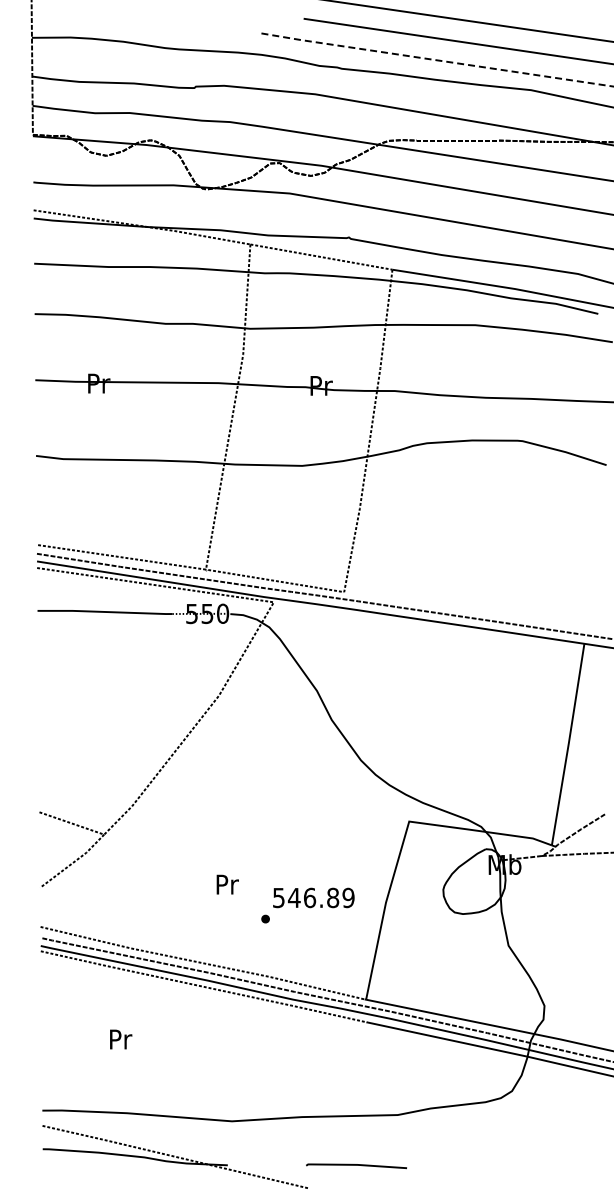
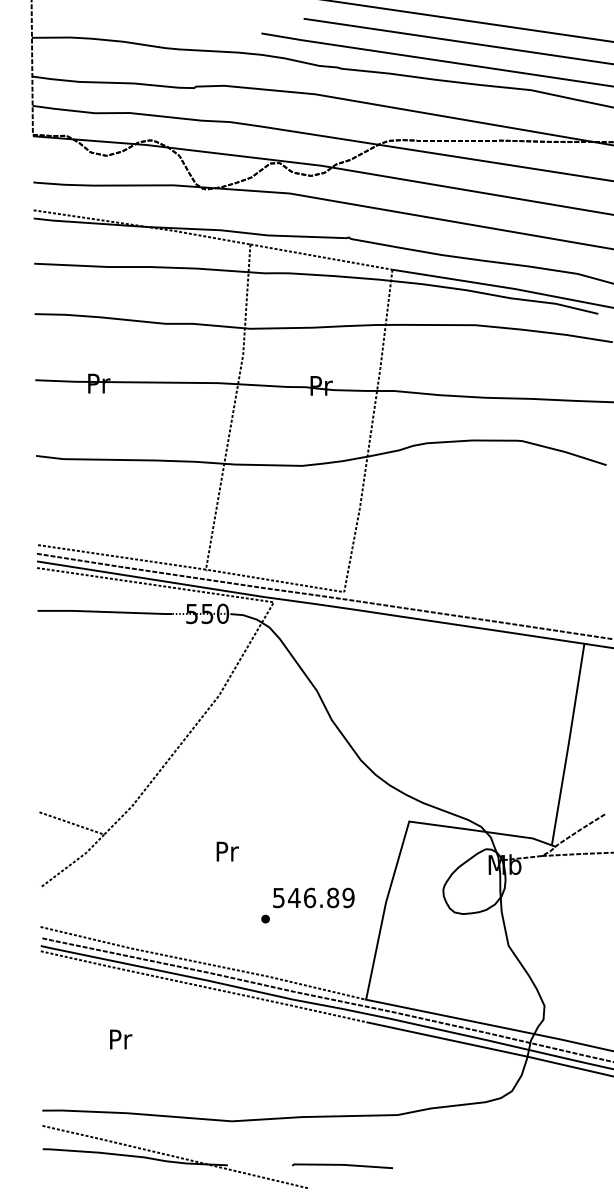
line at (436, 60): dashed -> solid
text at (227, 884) position: (227, 884) -> (227, 851)
line at (356, 1165) position: (356, 1165) -> (342, 1165)
